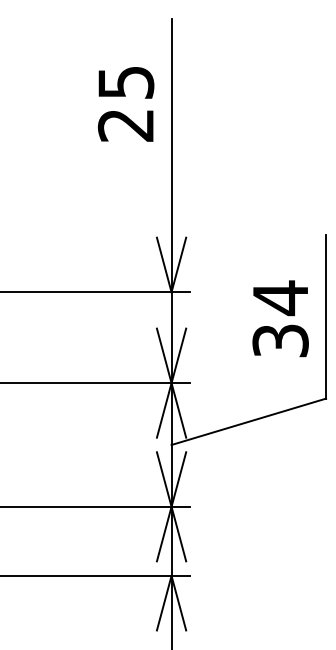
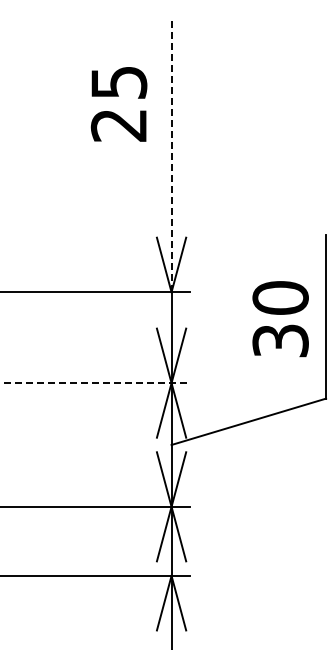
text at (125, 104) position: (125, 104) -> (118, 104)
line at (171, 155): solid -> dashed
text at (280, 298): 34 -> 30
line at (95, 383): solid -> dashed
